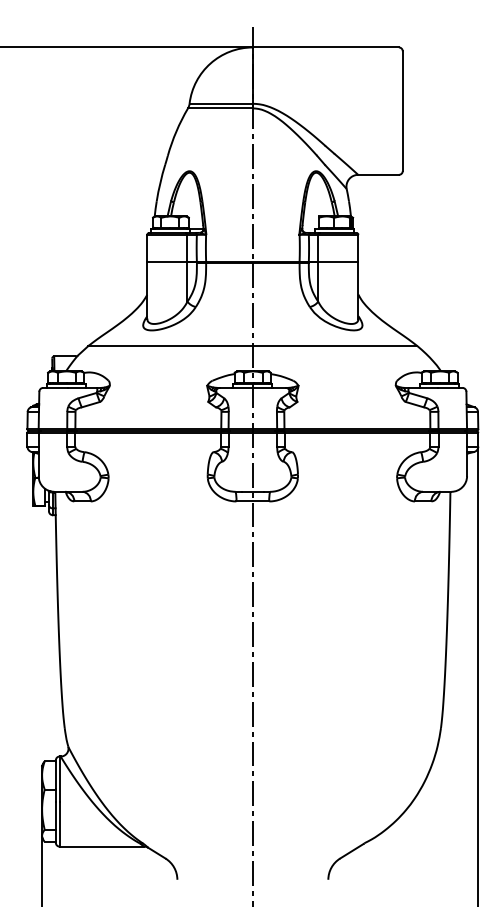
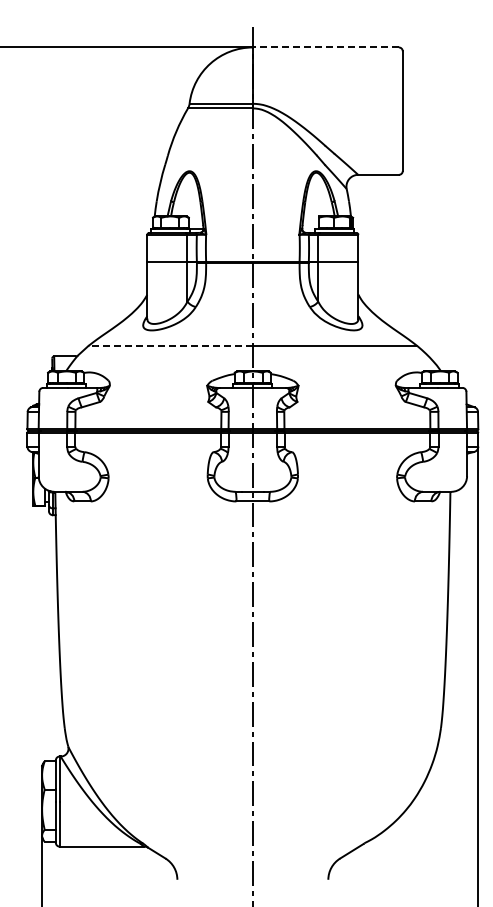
line at (325, 47): solid -> dashed
line at (170, 346): solid -> dashed
